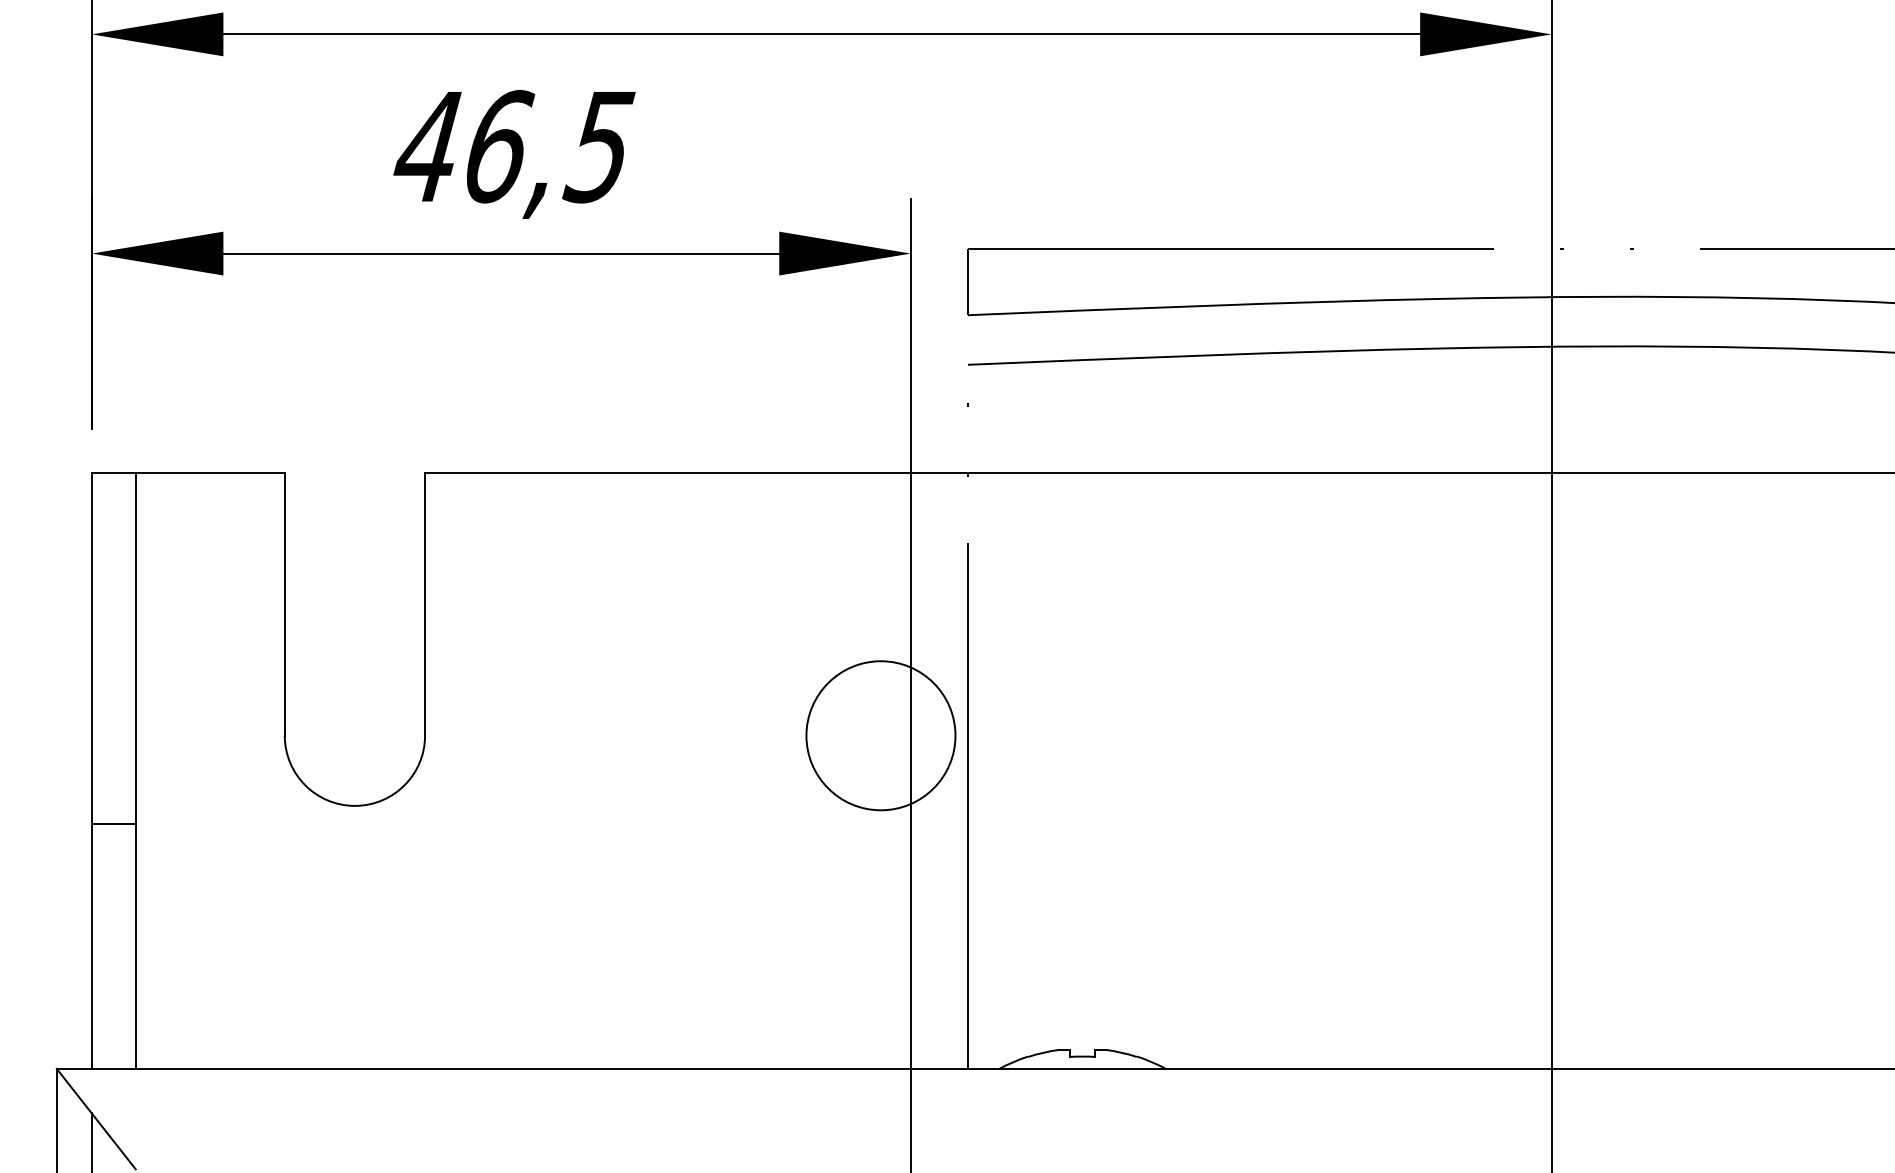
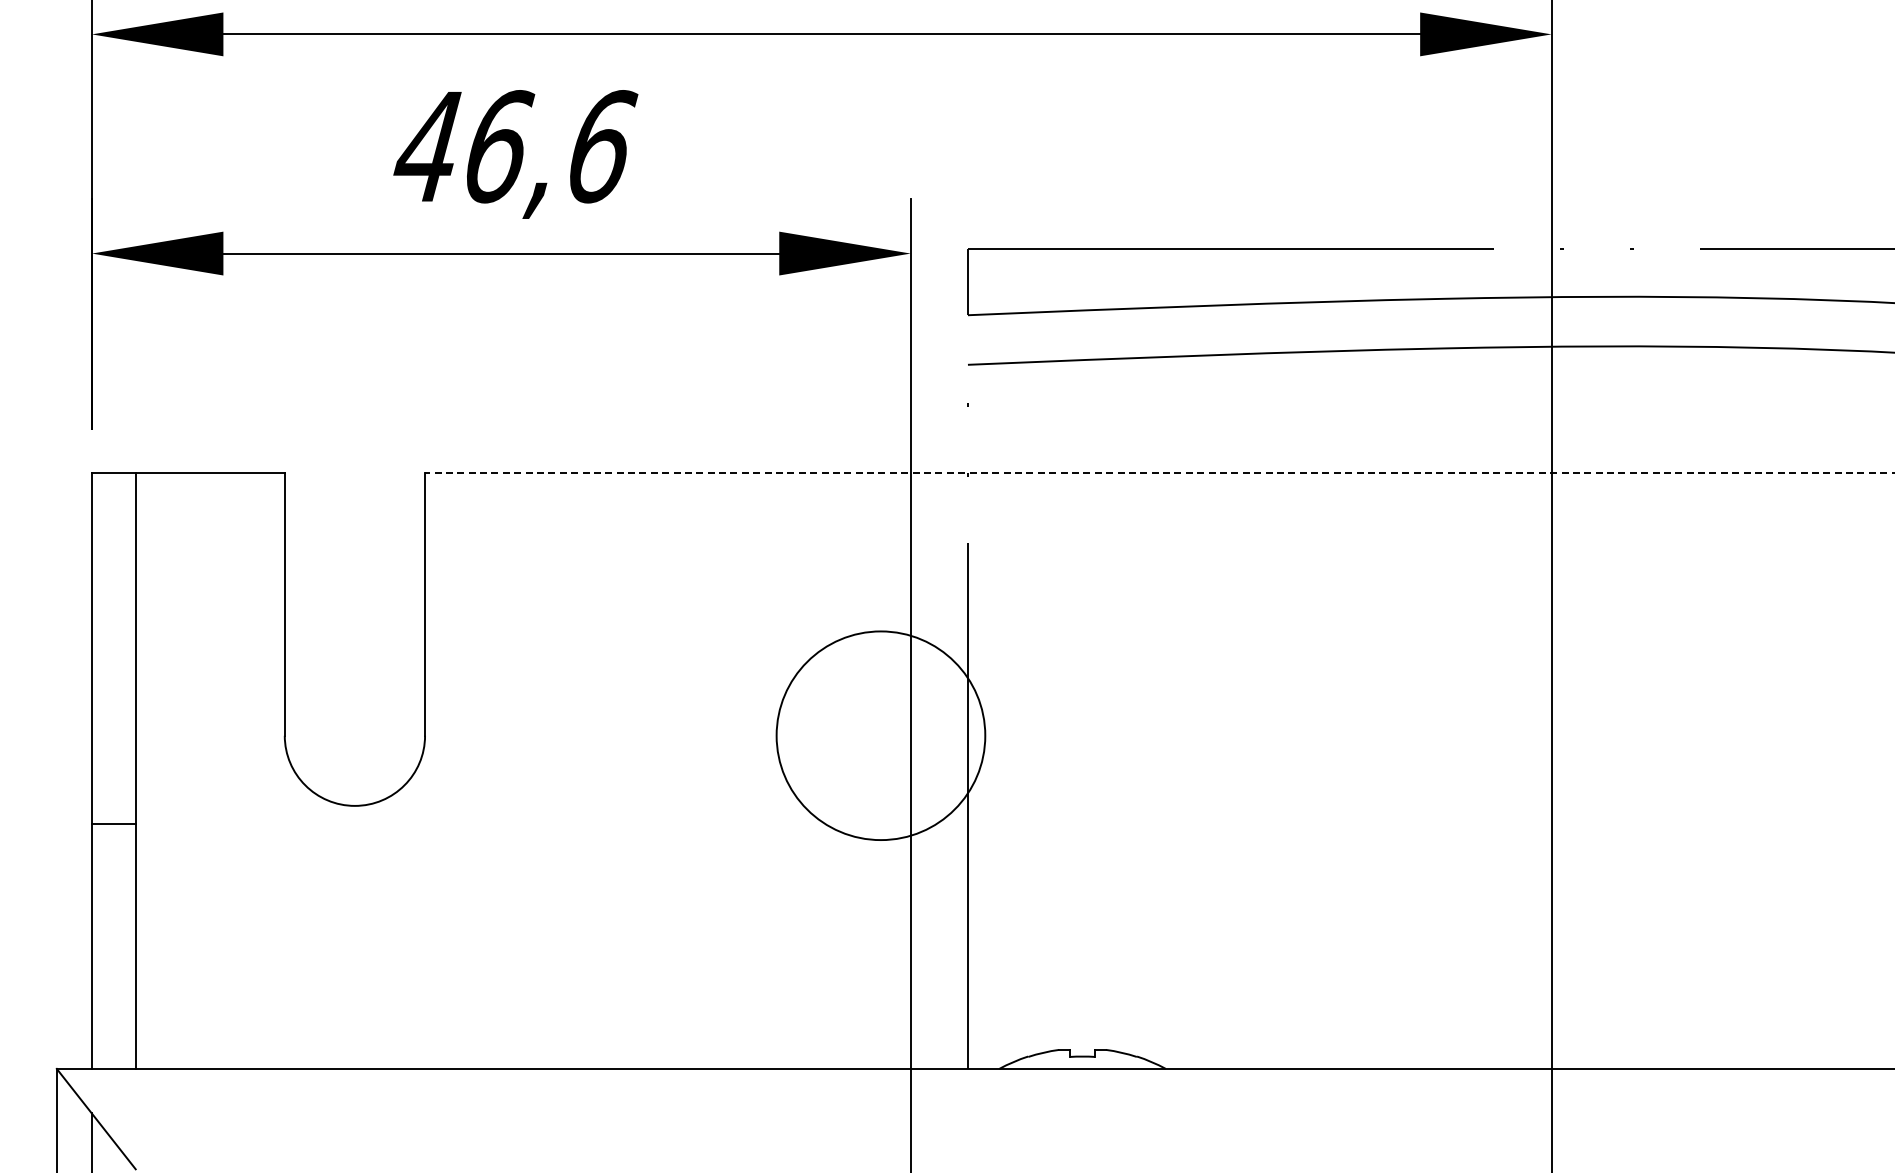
text at (600, 146): 46,5 -> 46,6
line at (1159, 472): solid -> dashed
circle at (880, 735) diameter: 149 px -> 209 px
